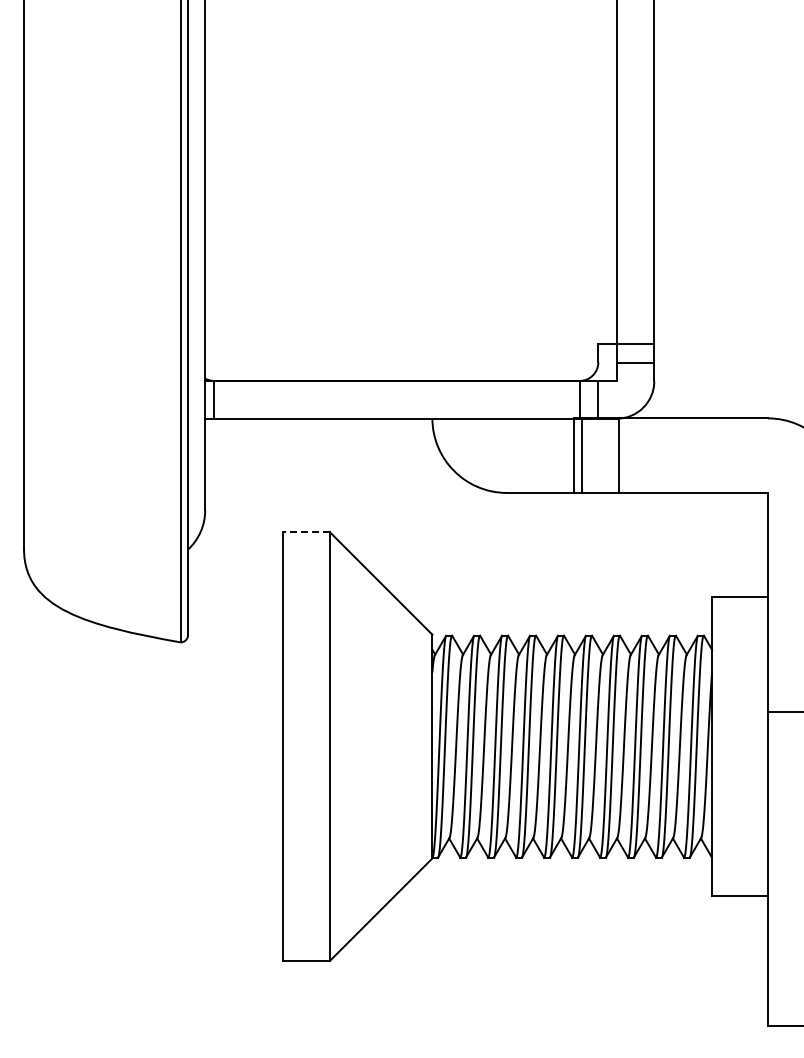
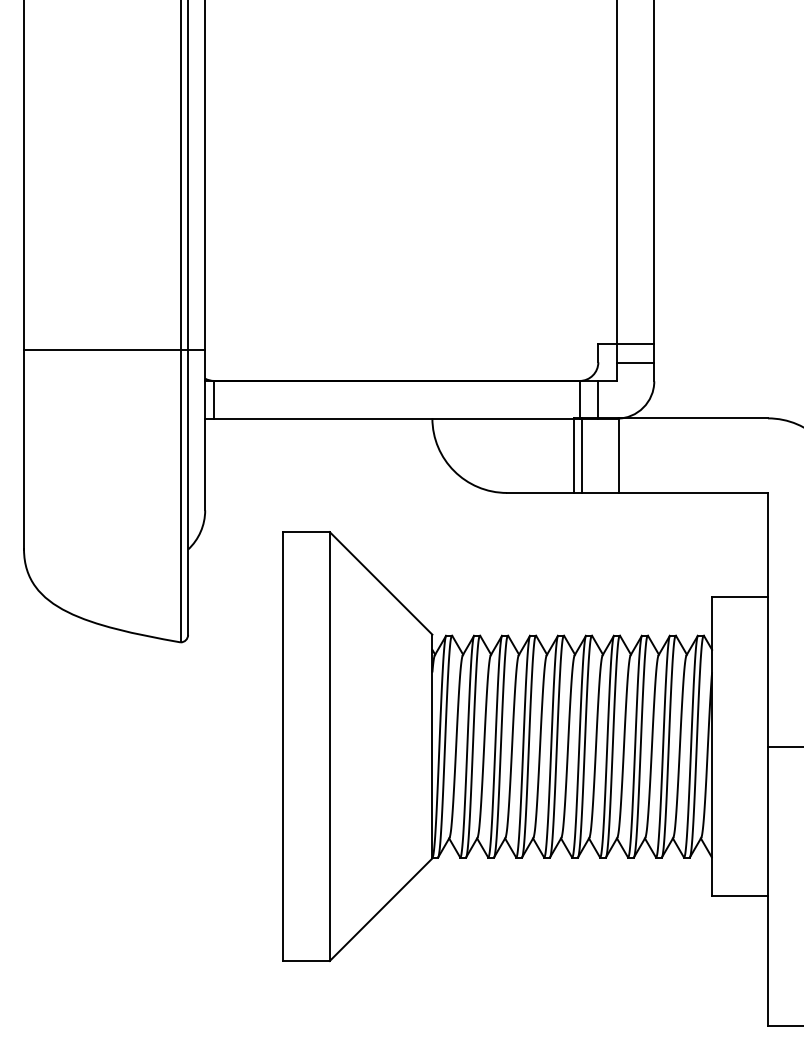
line at (114, 349): none -> present
line at (306, 532): dashed -> solid
line at (784, 711) position: (784, 711) -> (784, 746)
